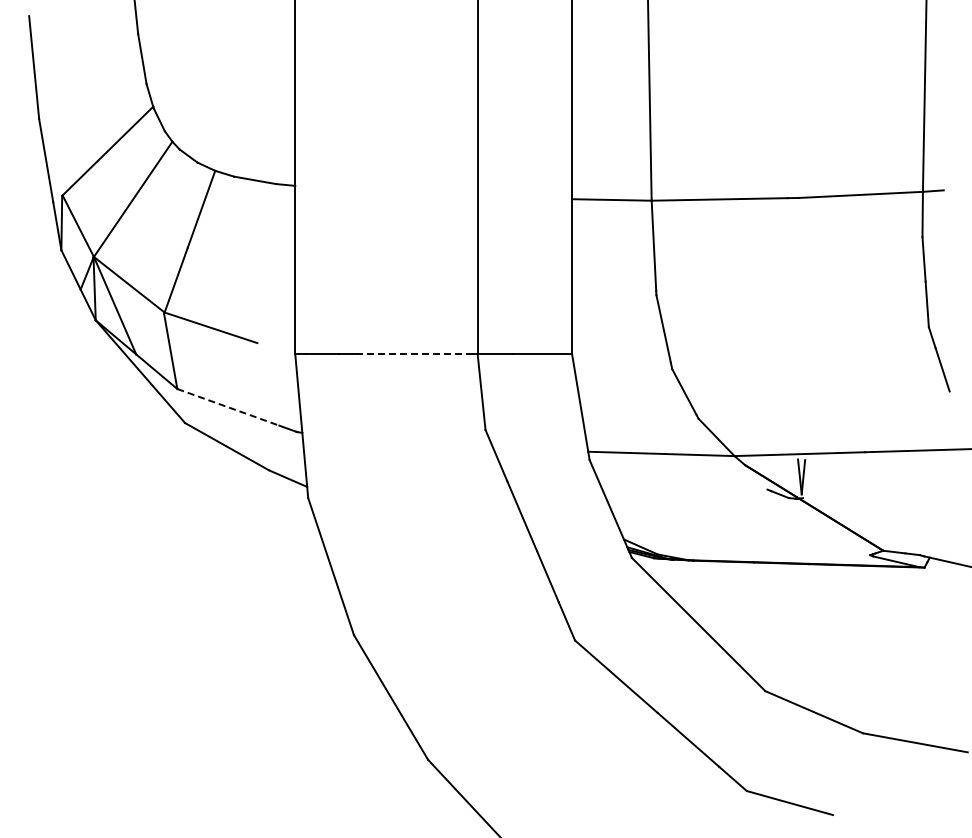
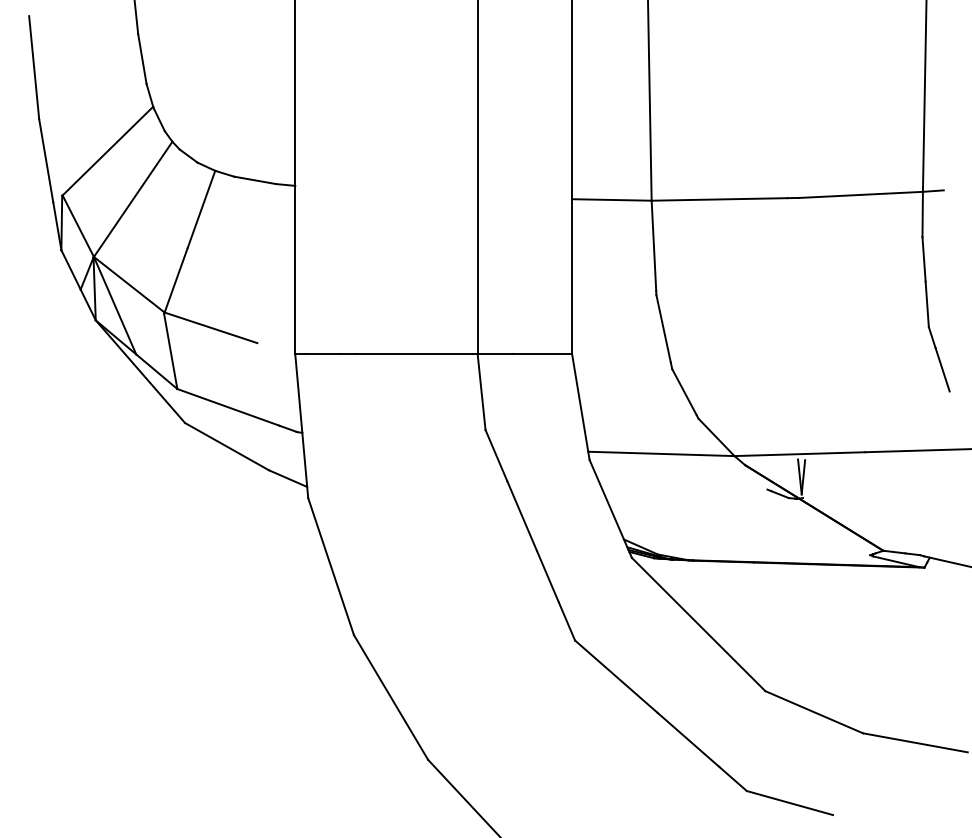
line at (414, 354): dashed -> solid
line at (228, 407): dashed -> solid
